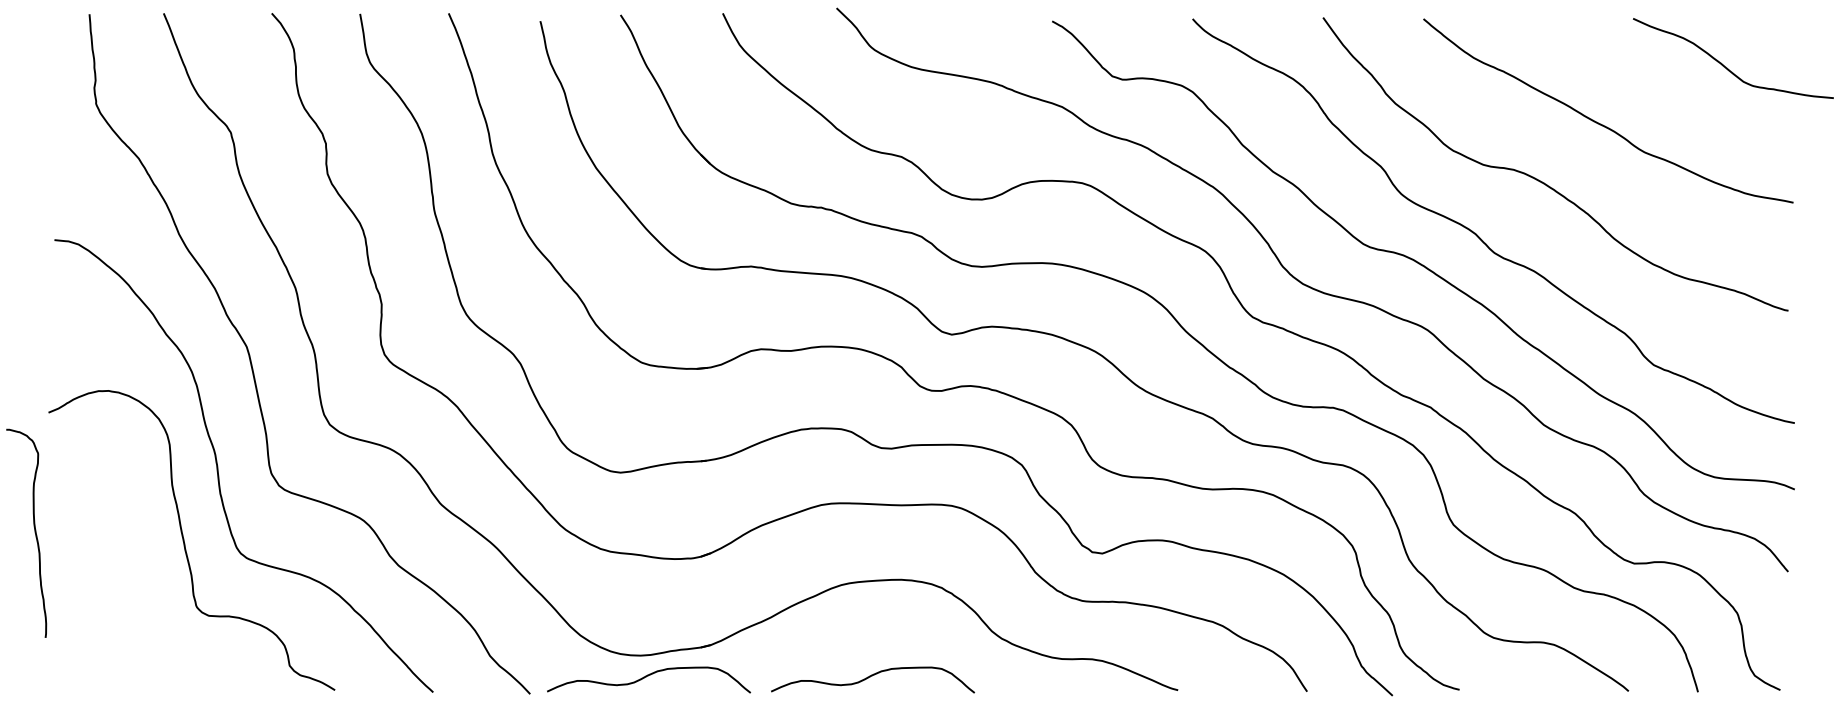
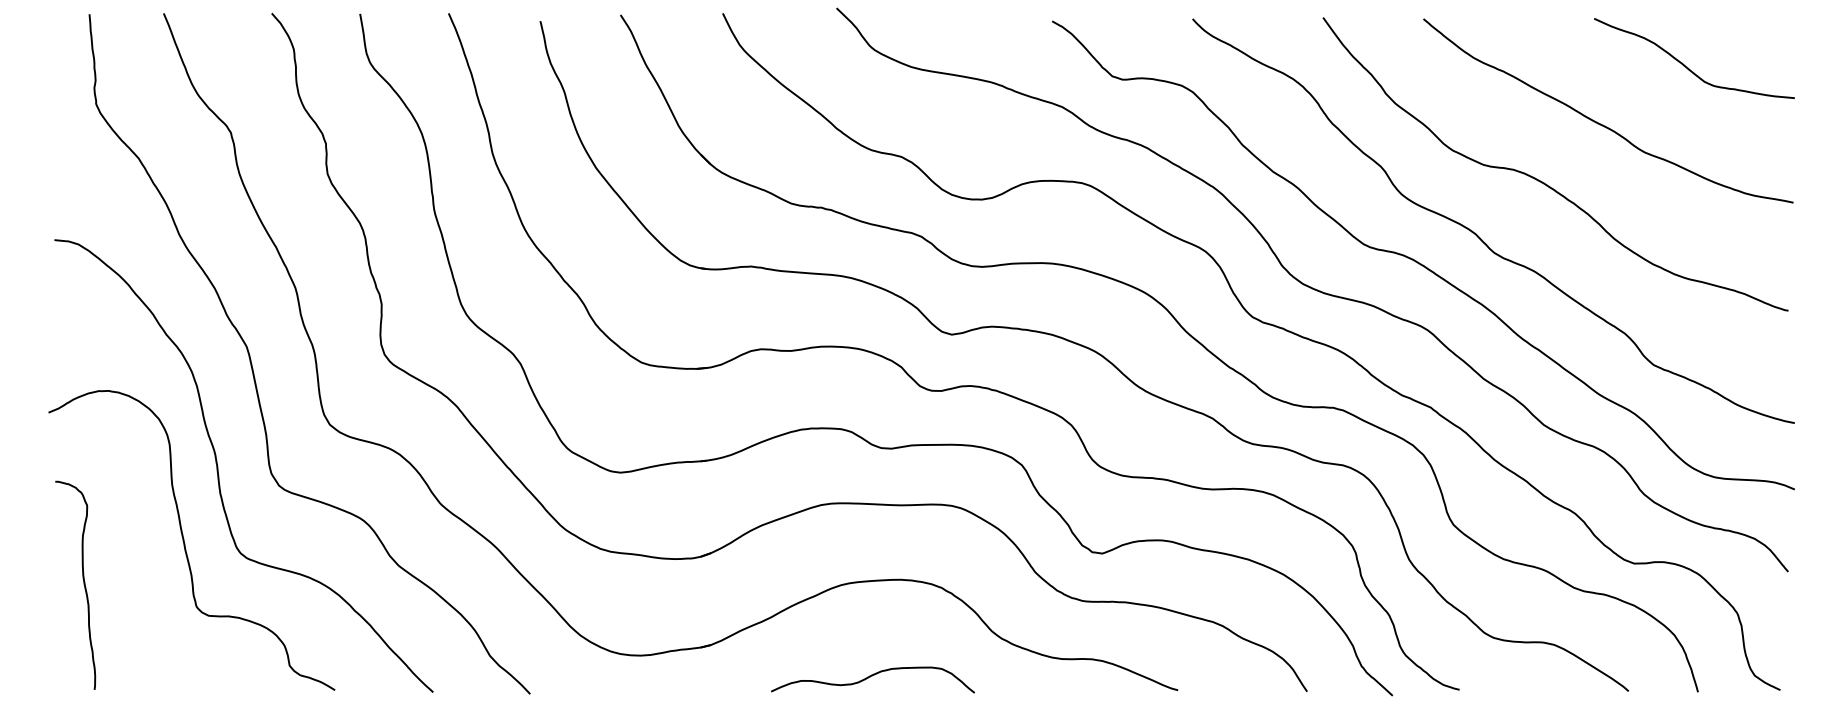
curve at (1727, 67) position: (1727, 67) -> (1688, 67)
curve at (34, 532) position: (34, 532) -> (83, 584)
curve at (646, 677): present -> none
